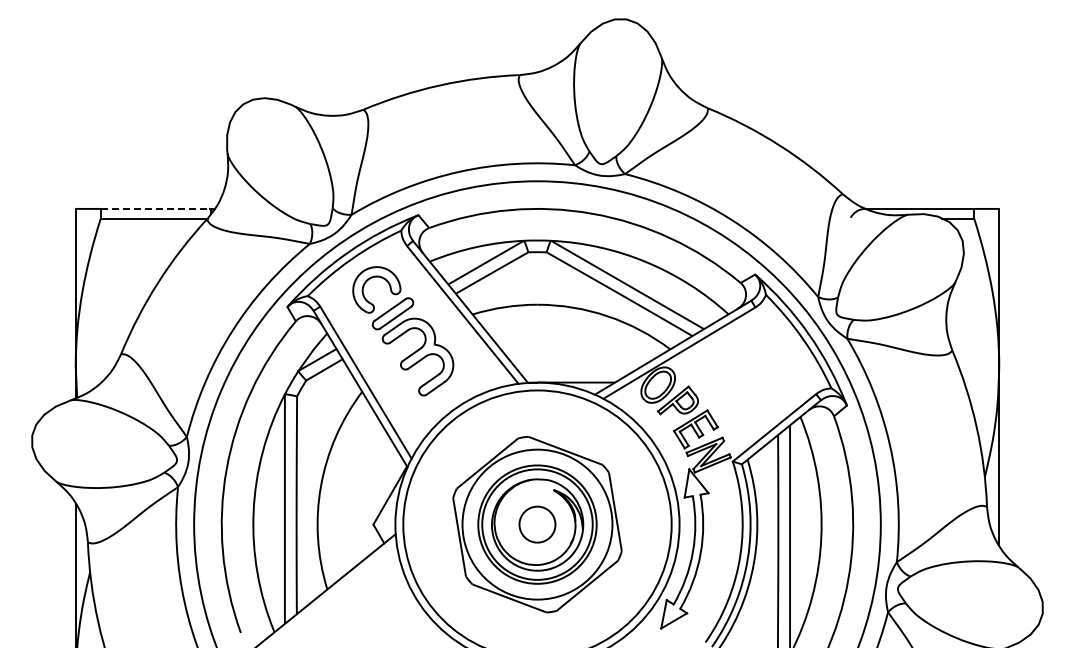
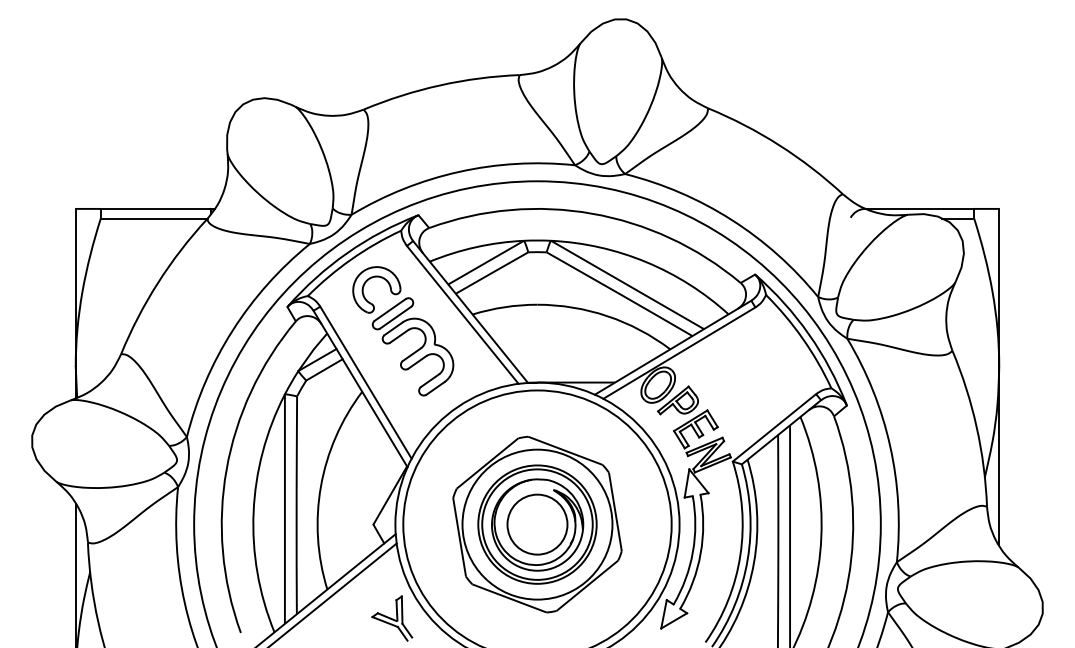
line at (155, 208): dashed -> solid
circle at (537, 524) diameter: 36 px -> 60 px
line at (334, 593): none -> present
part at (392, 618): none -> present
